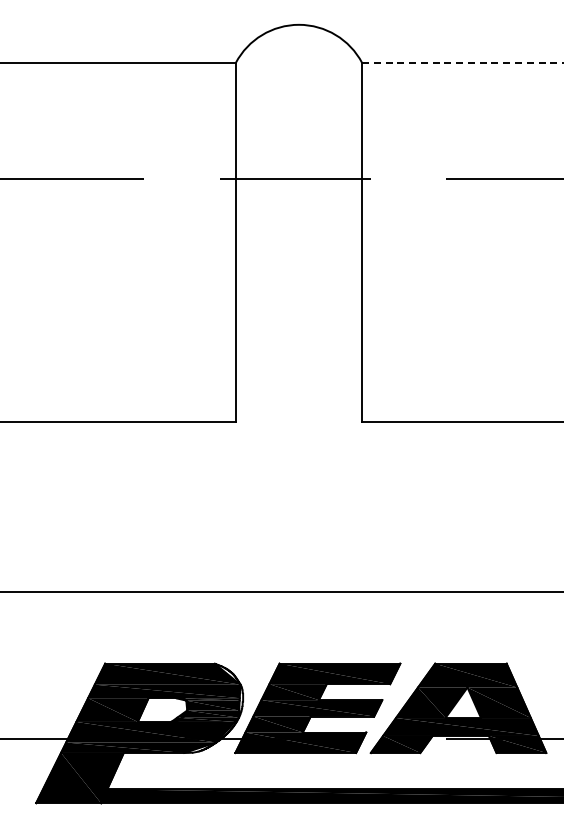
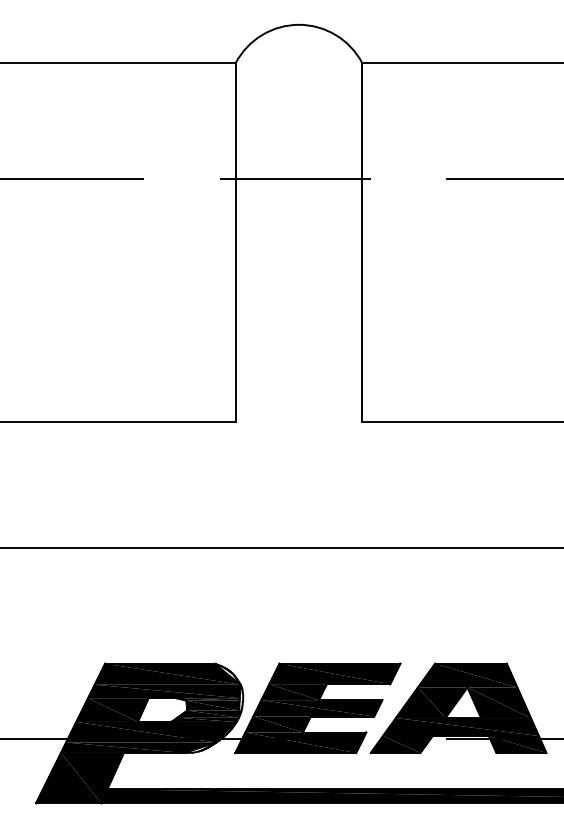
line at (462, 62): dashed -> solid
line at (281, 592) position: (281, 592) -> (281, 548)
